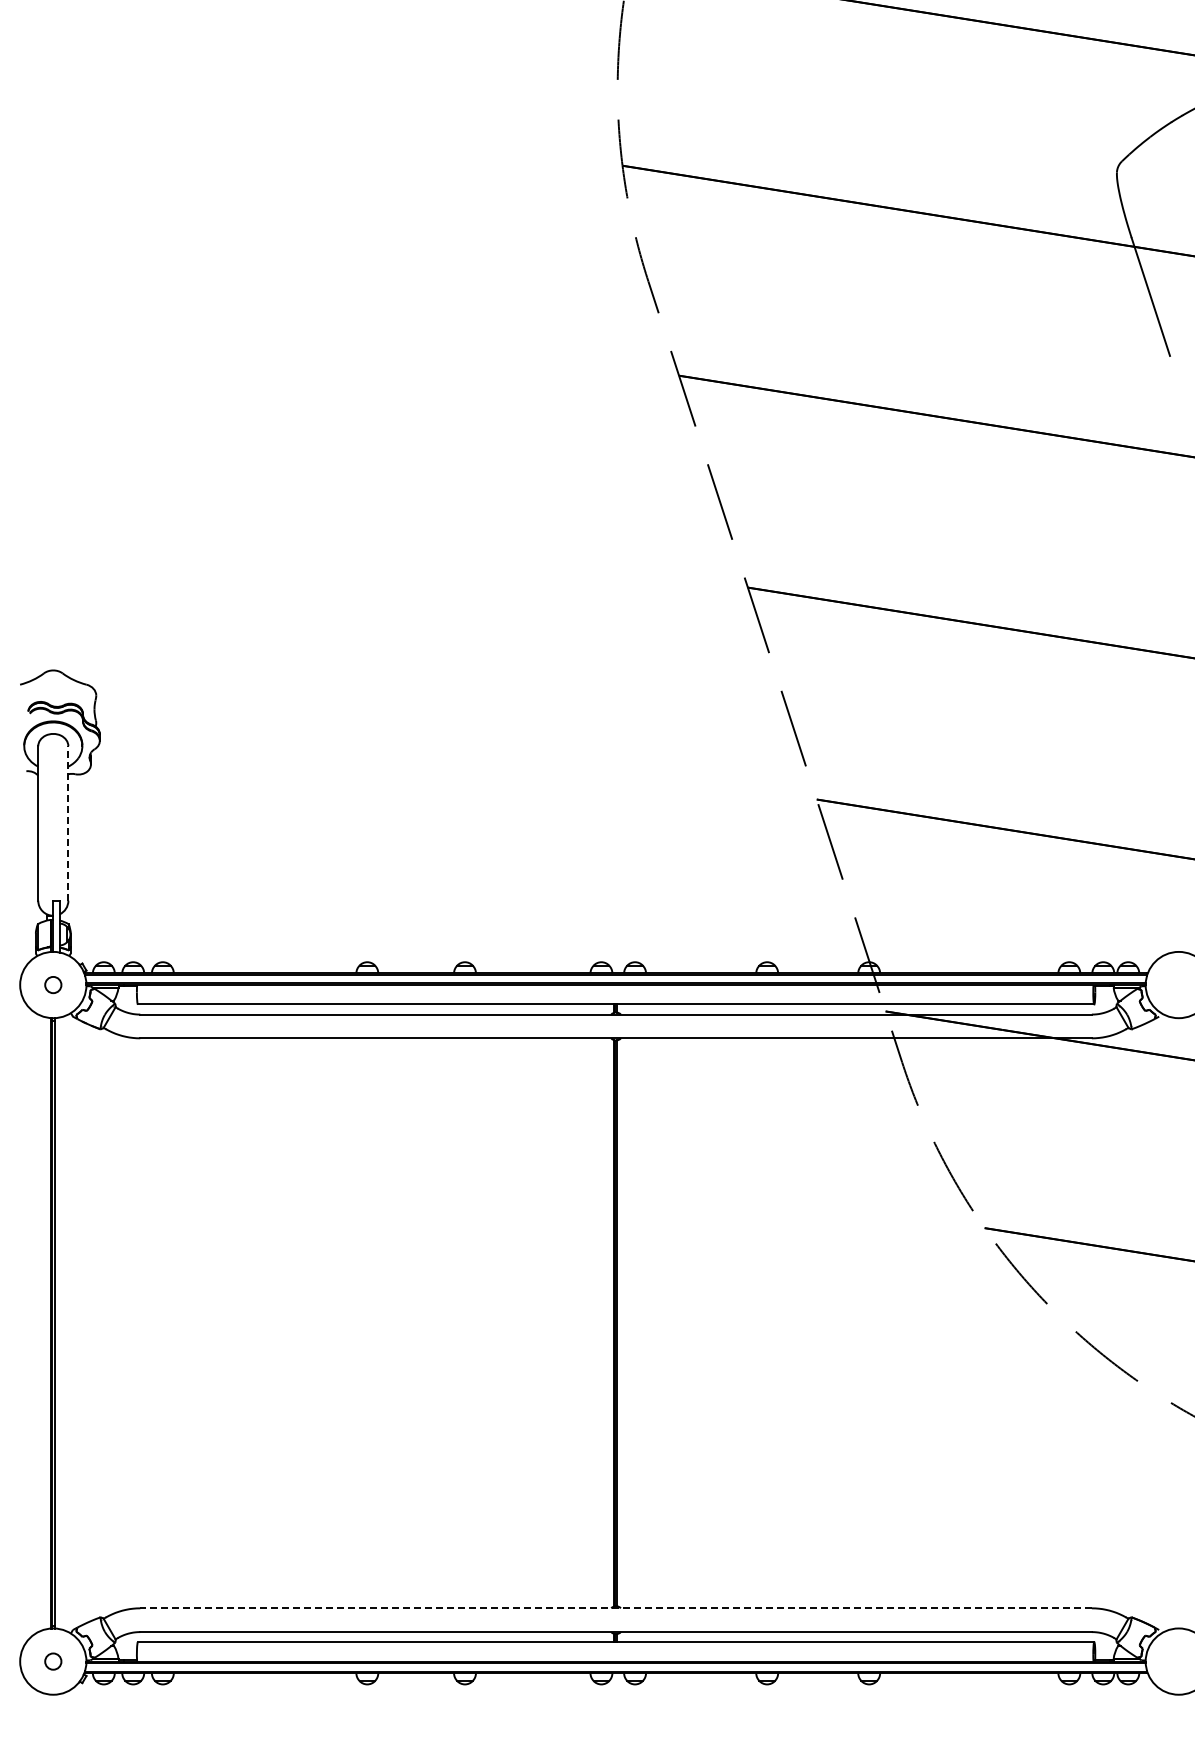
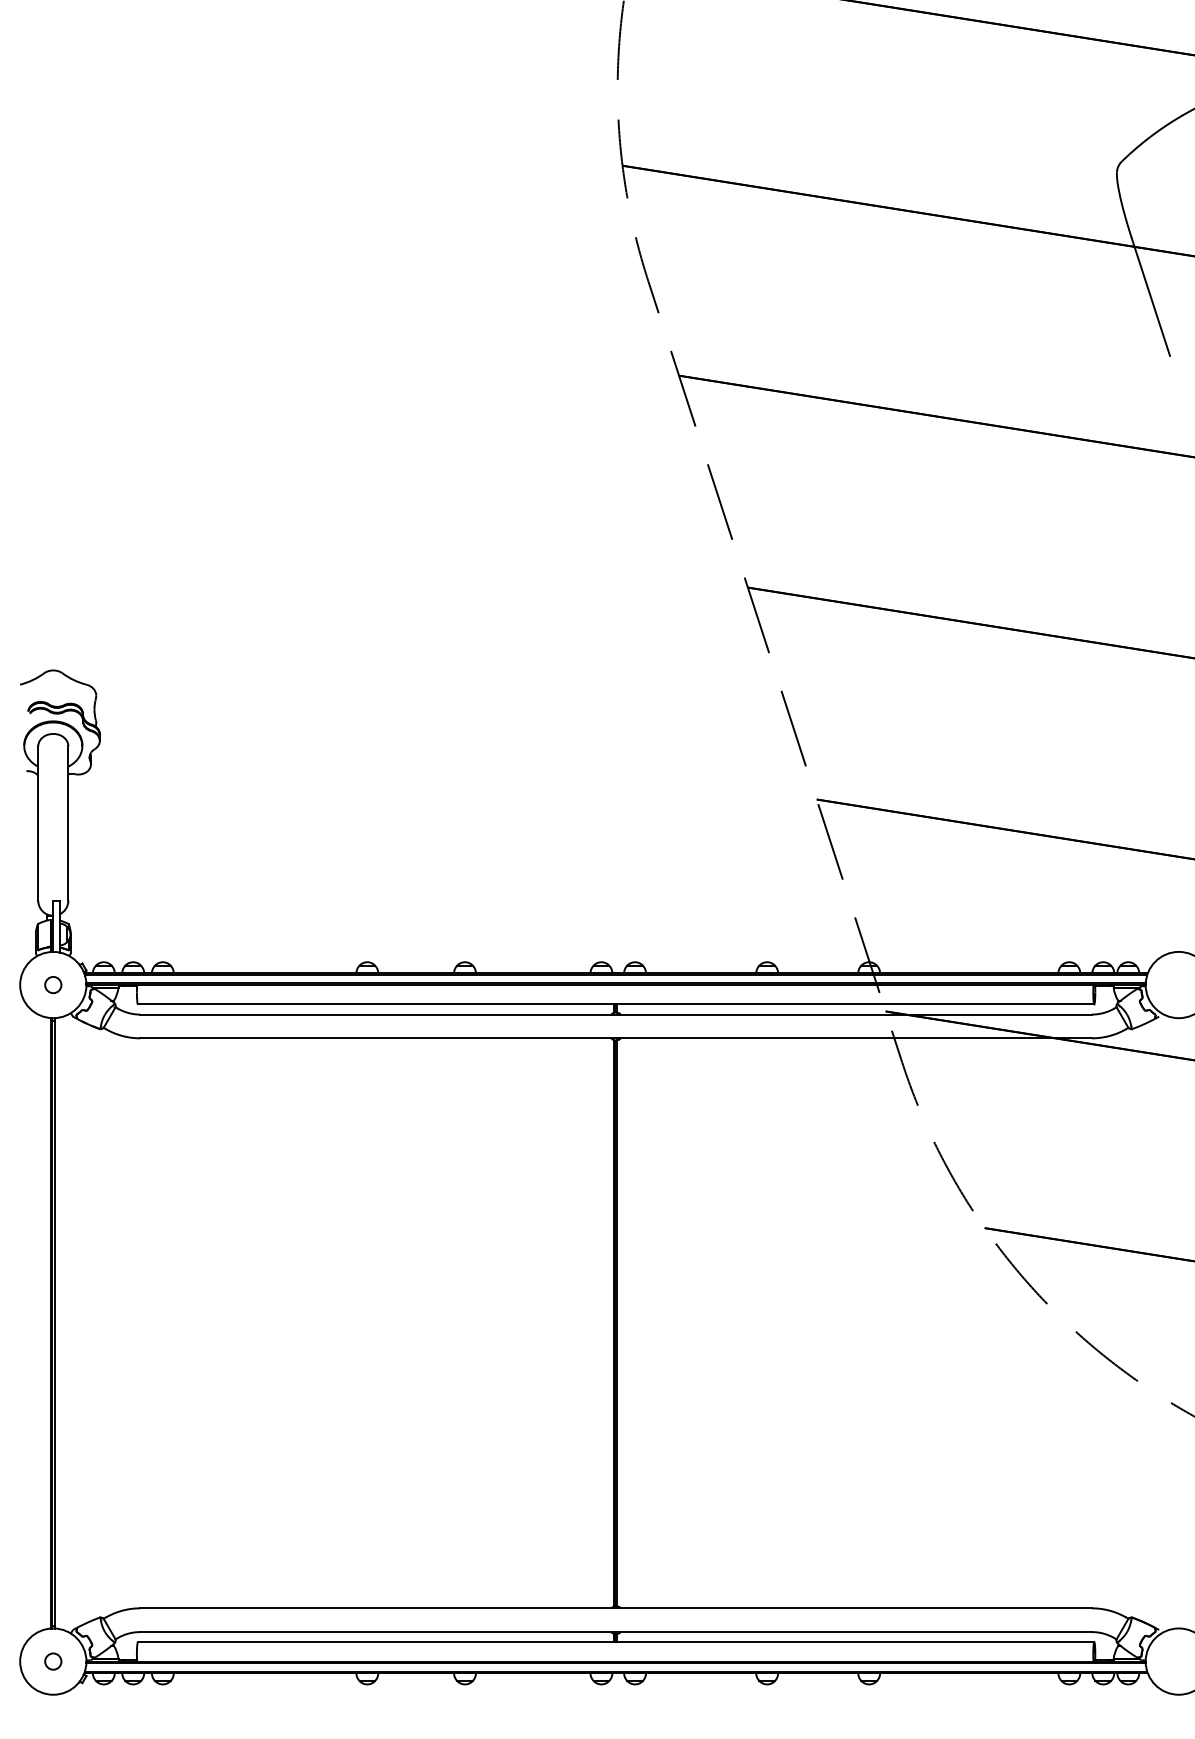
line at (68, 822): dashed -> solid
line at (616, 1608): dashed -> solid
